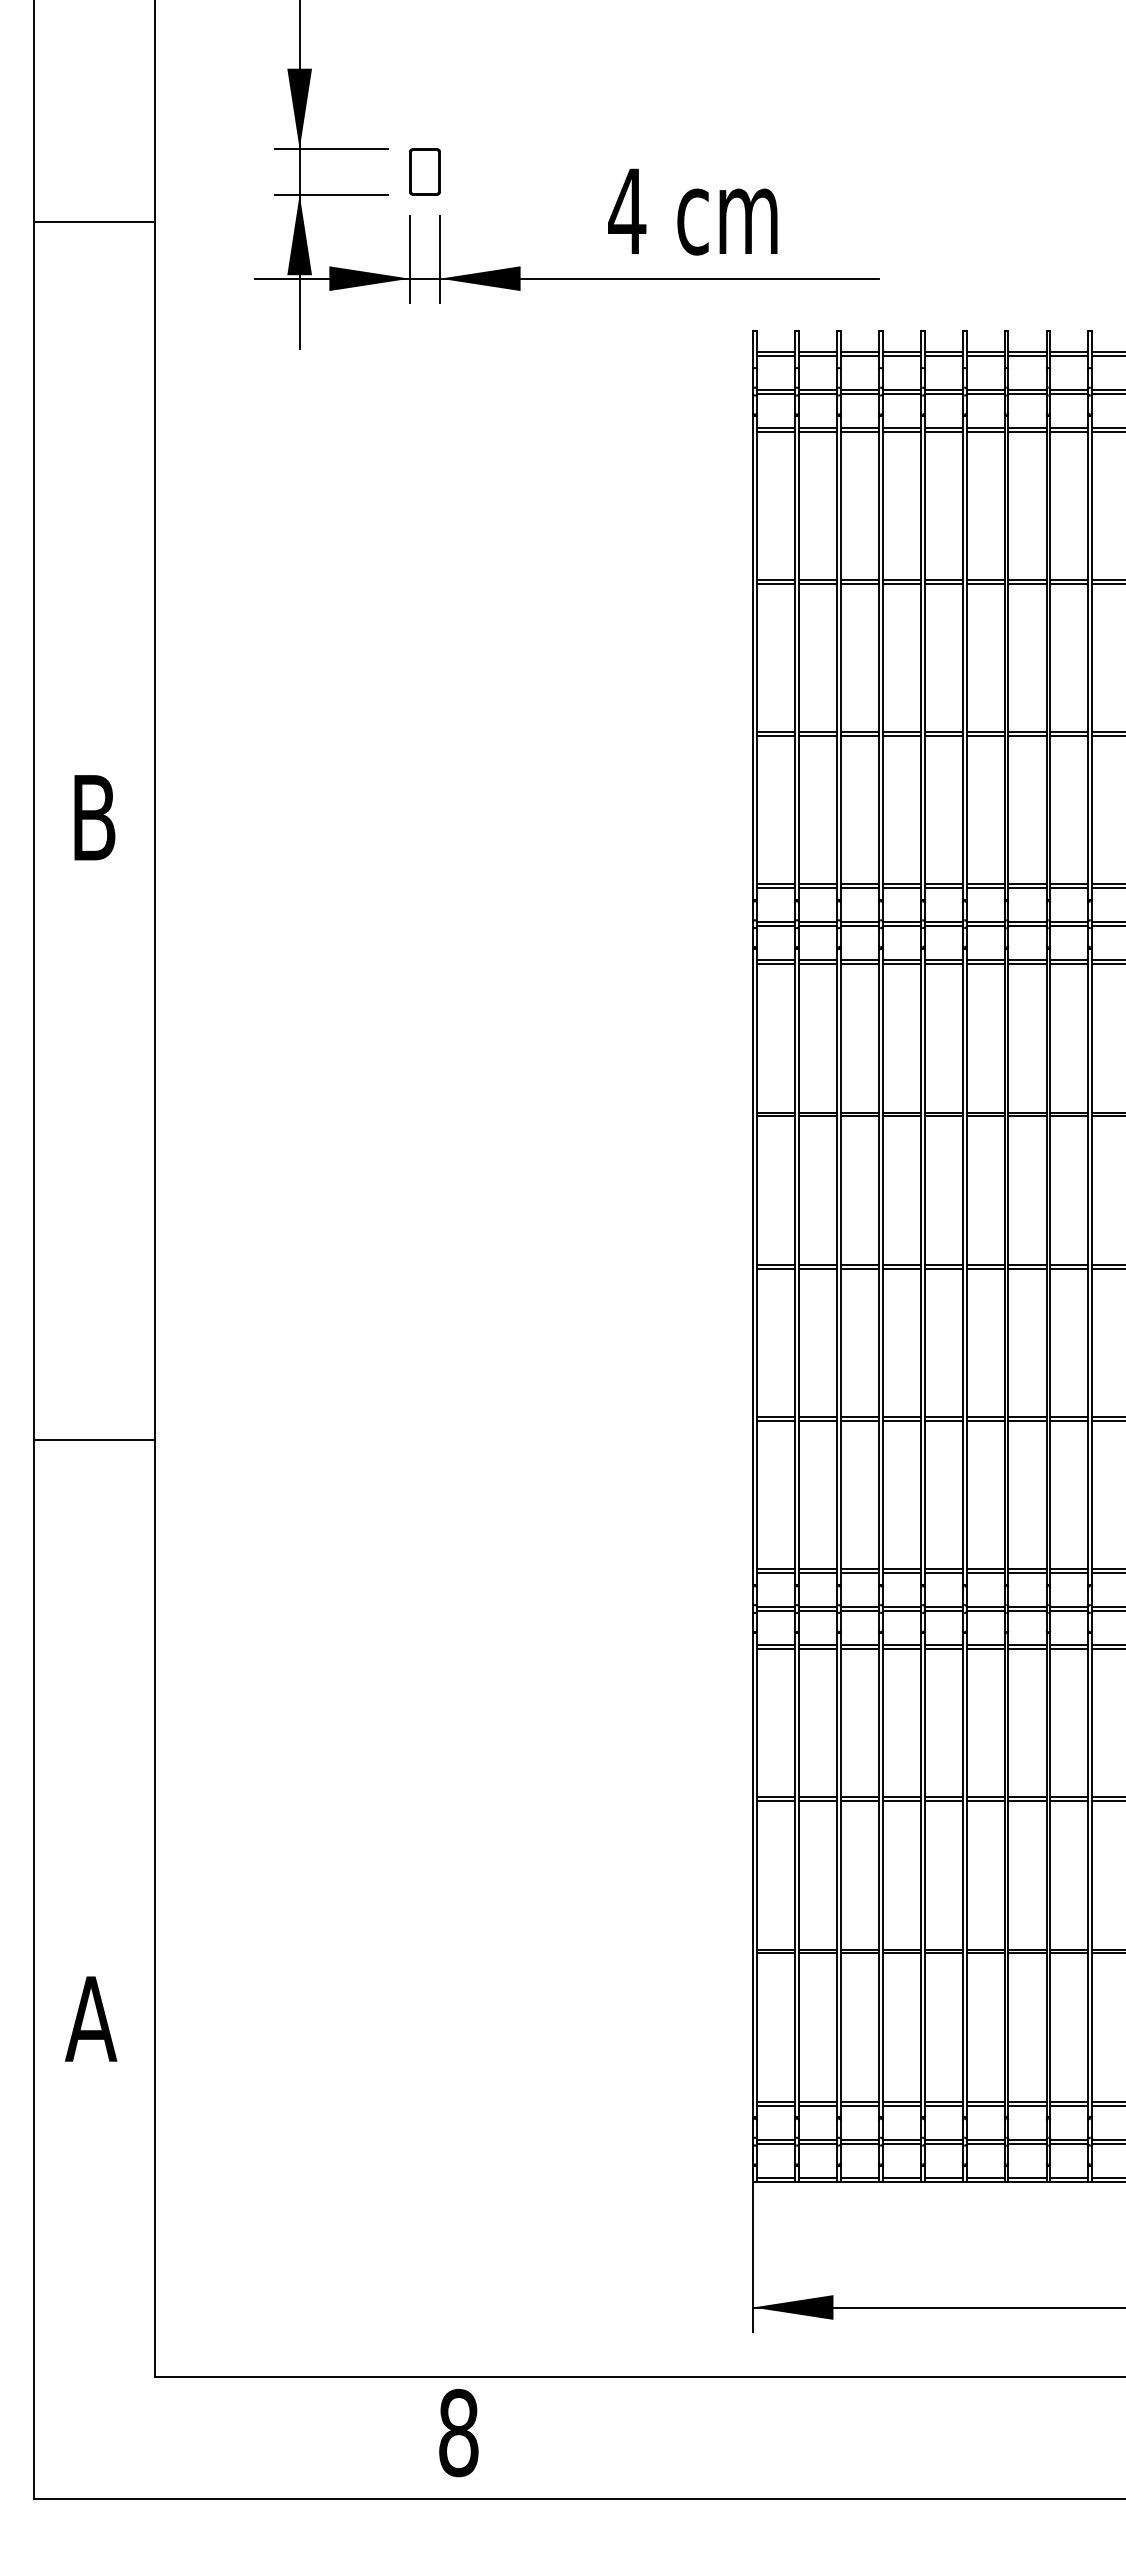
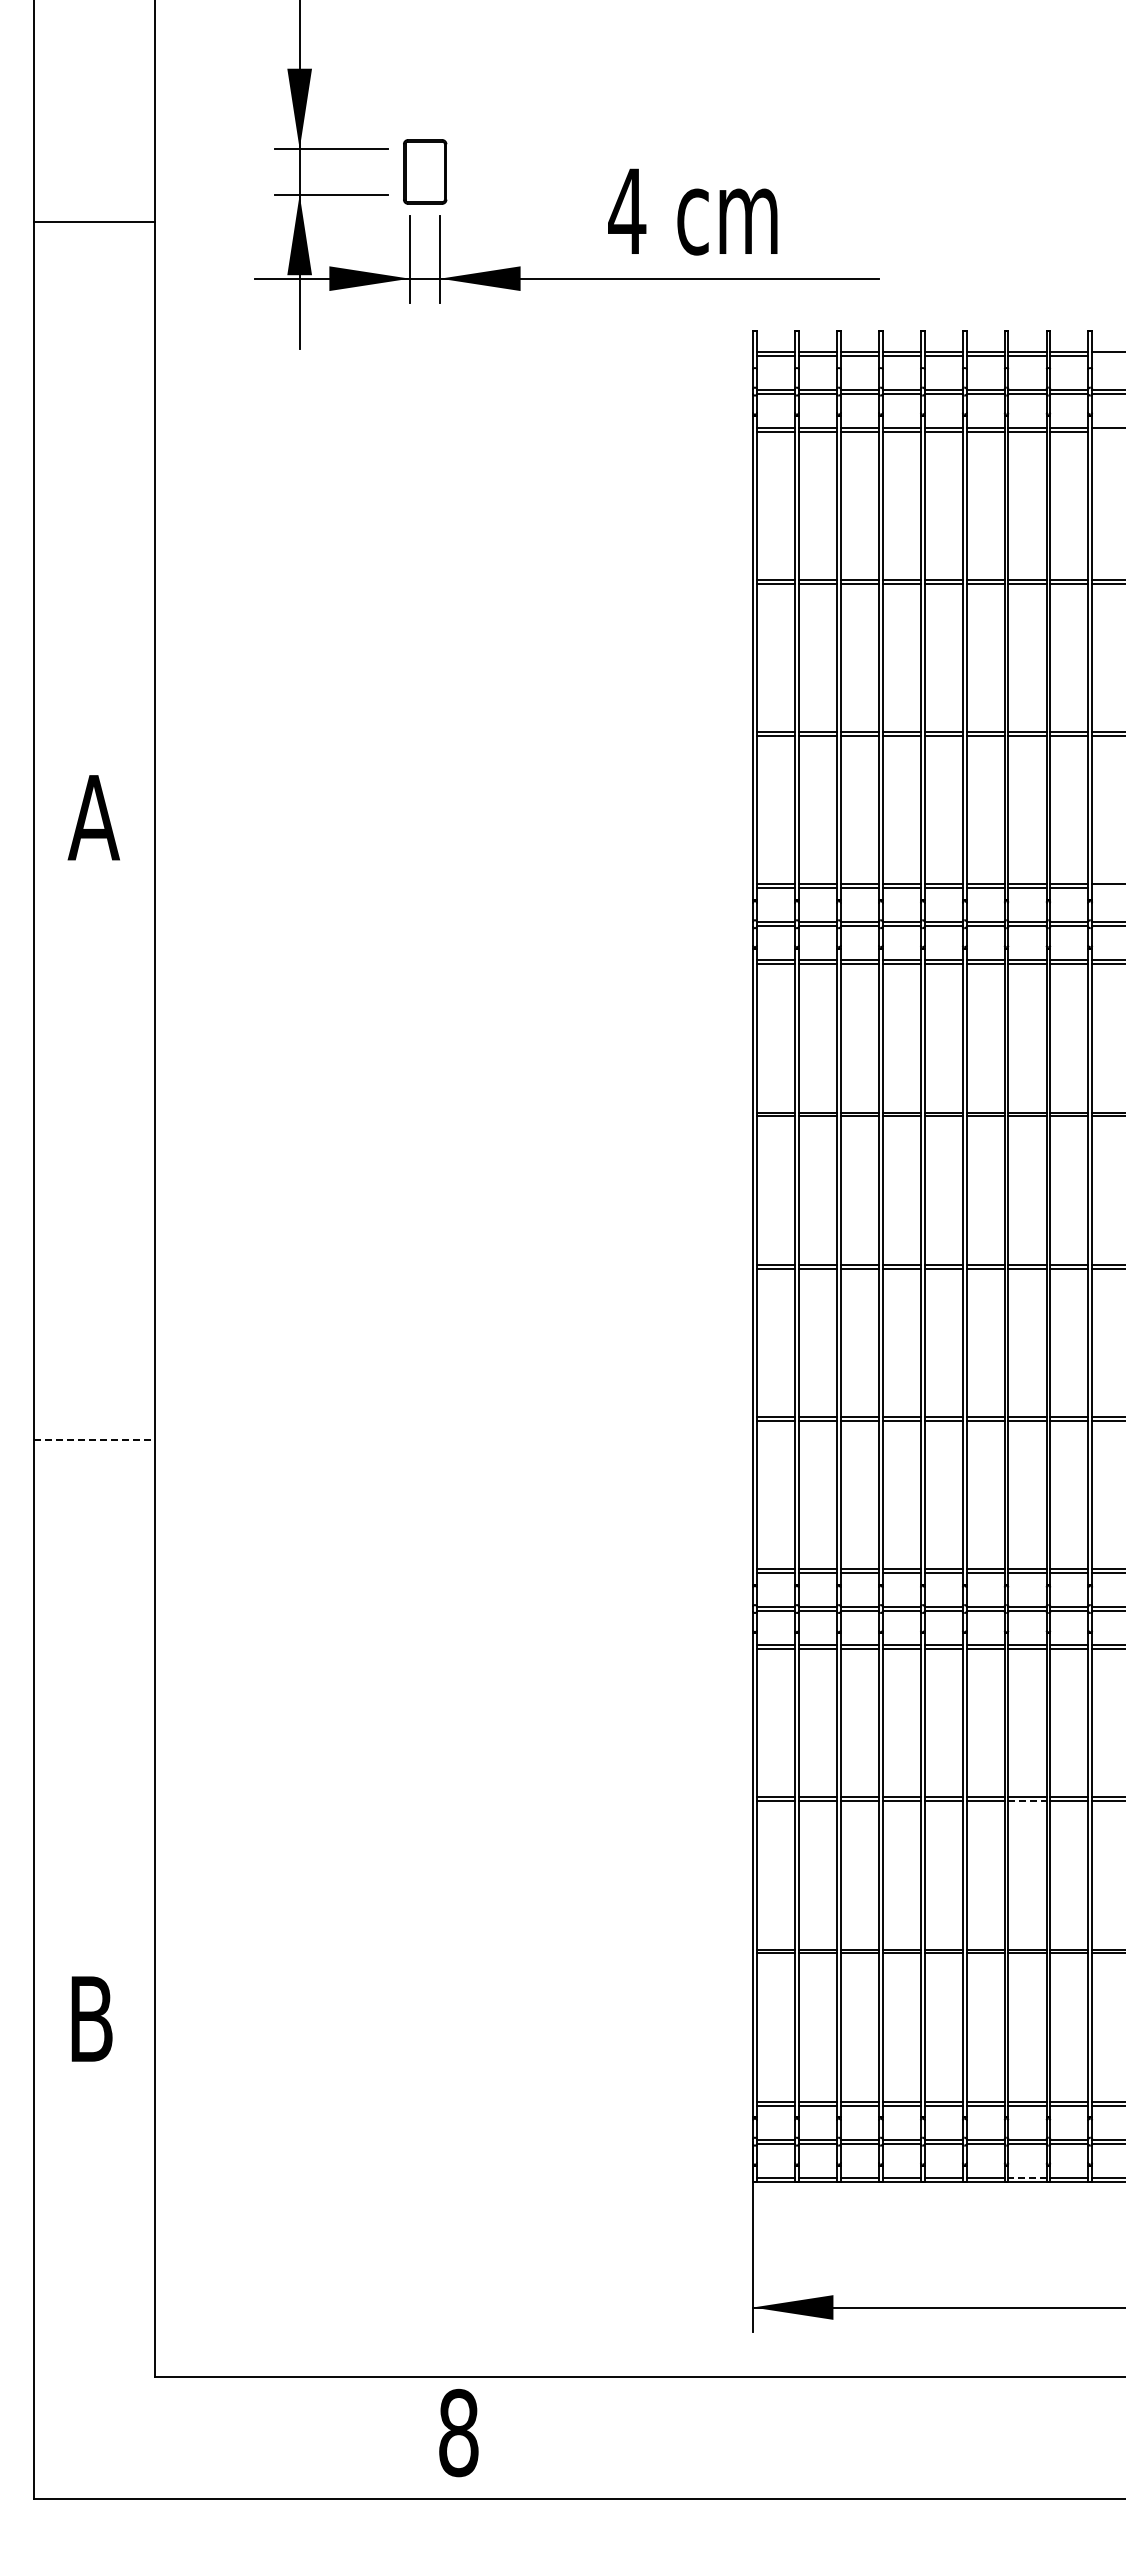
part at (424, 171) size: 33x48 px -> 45x66 px
line at (1107, 355): present -> none
line at (1107, 431): present -> none
text at (93, 817): B -> A
line at (1107, 888): present -> none
line at (94, 1439): solid -> dashed
line at (1027, 1801): solid -> dashed
text at (91, 2018): A -> B
line at (1027, 2177): solid -> dashed
